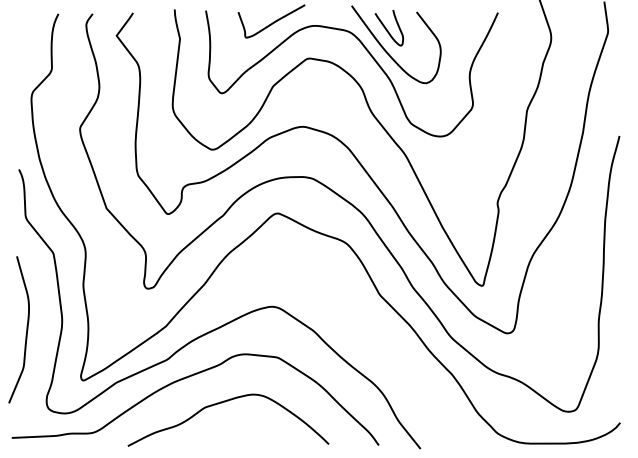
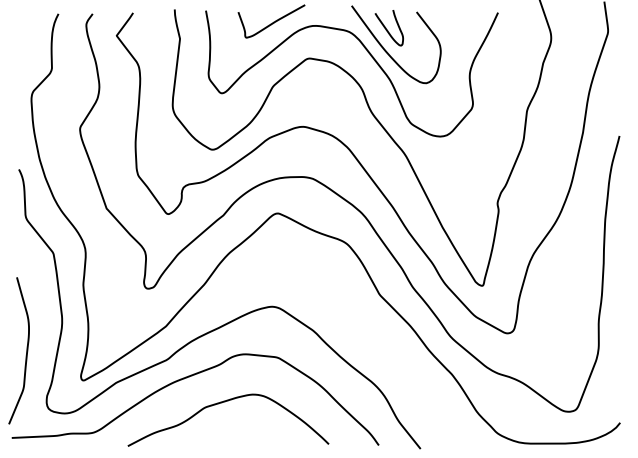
curve at (26, 329) position: (26, 329) -> (26, 350)
